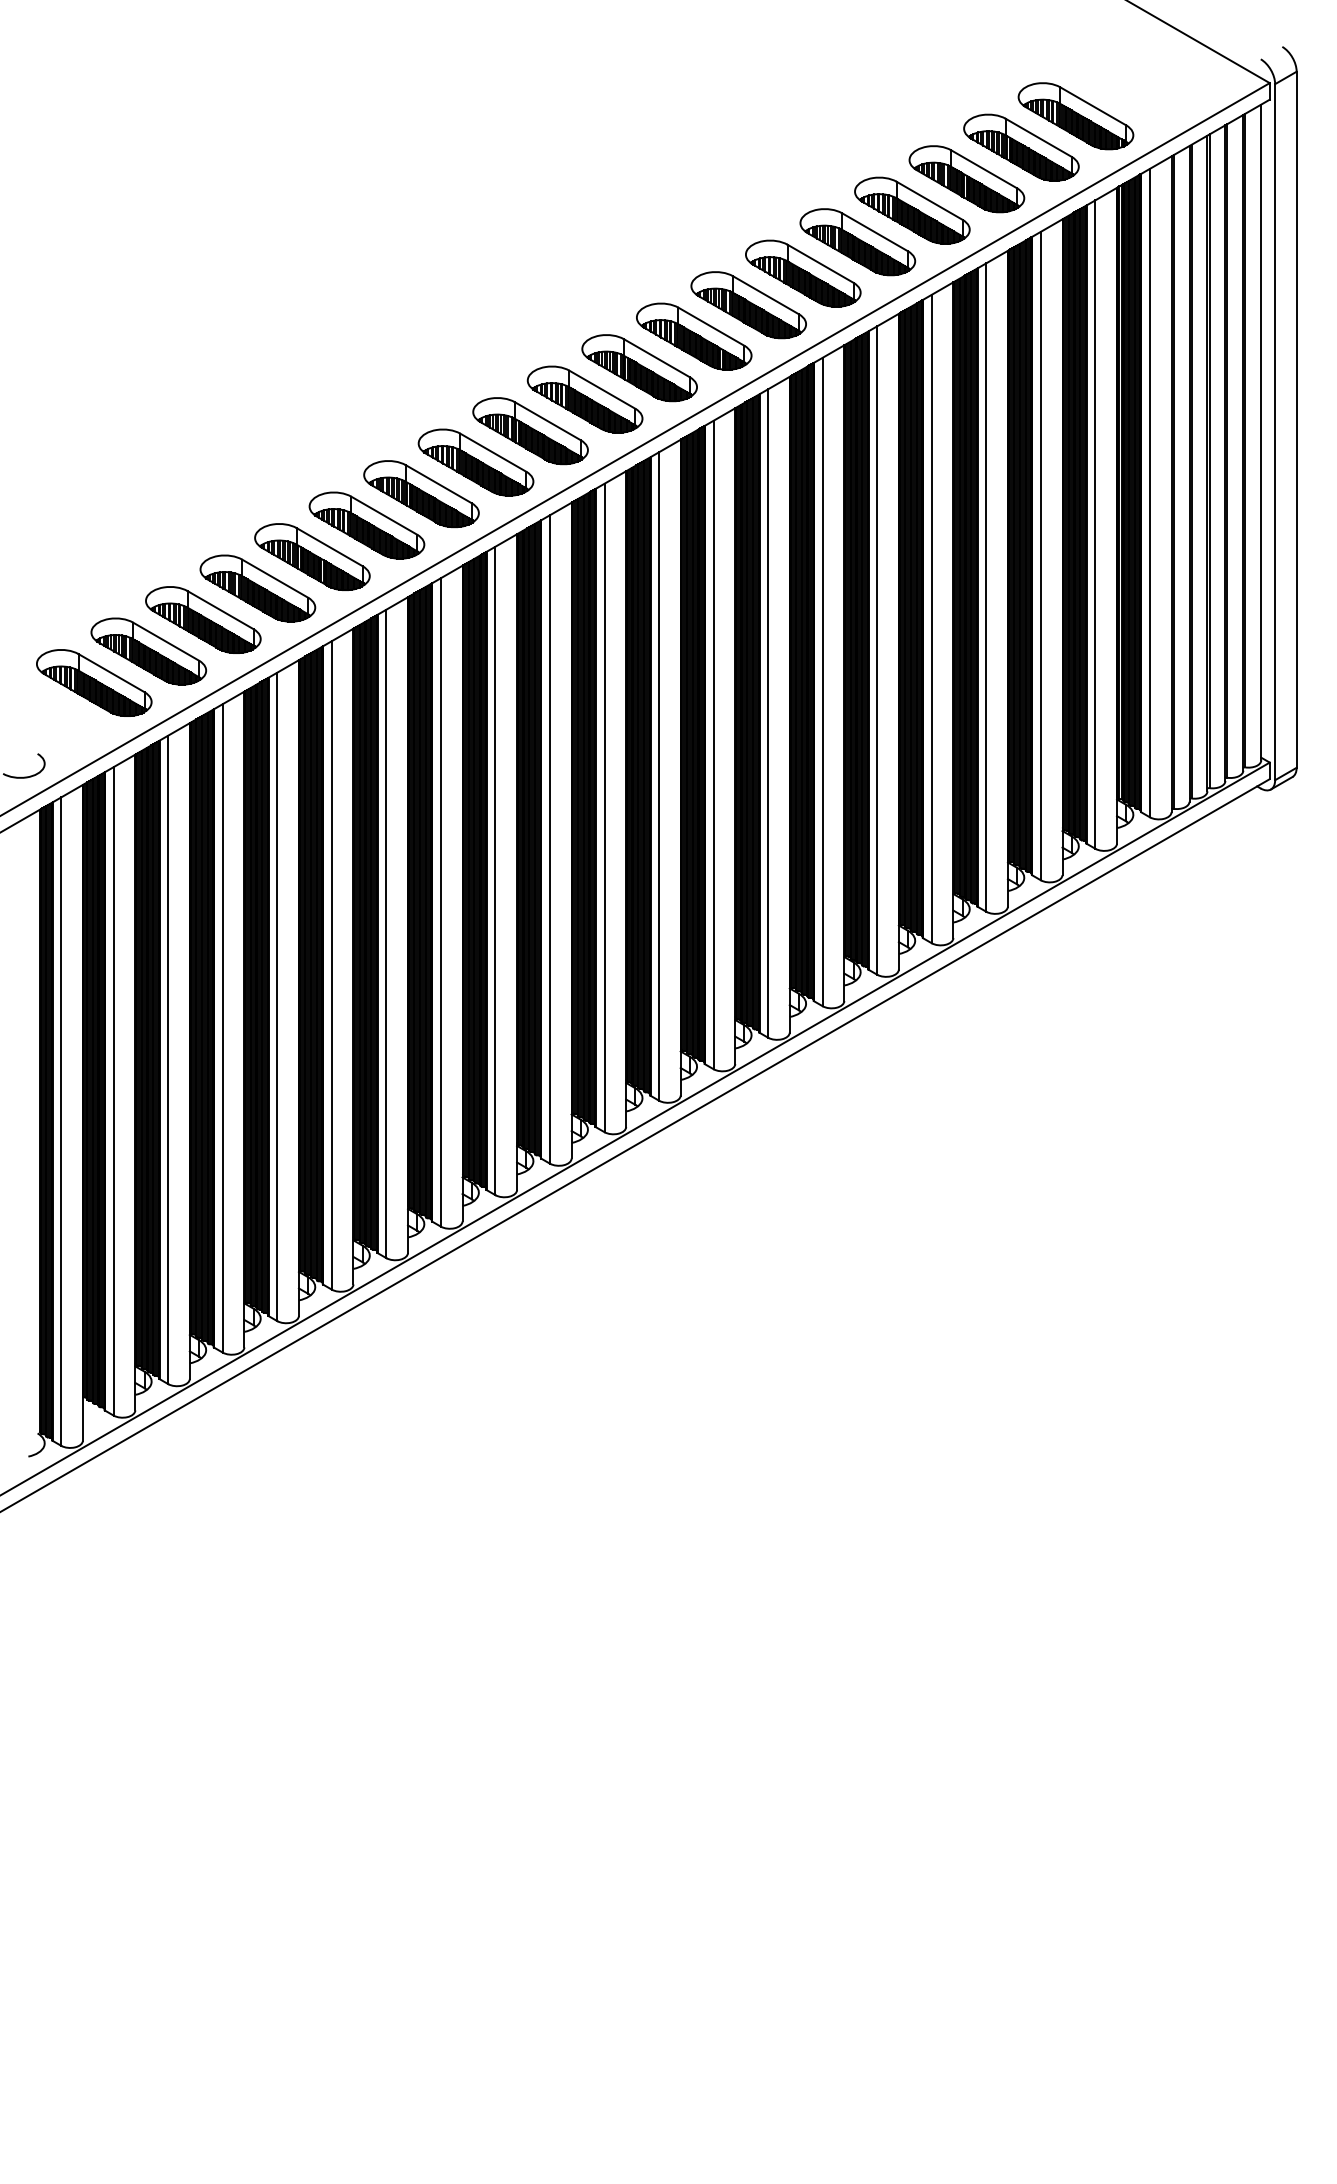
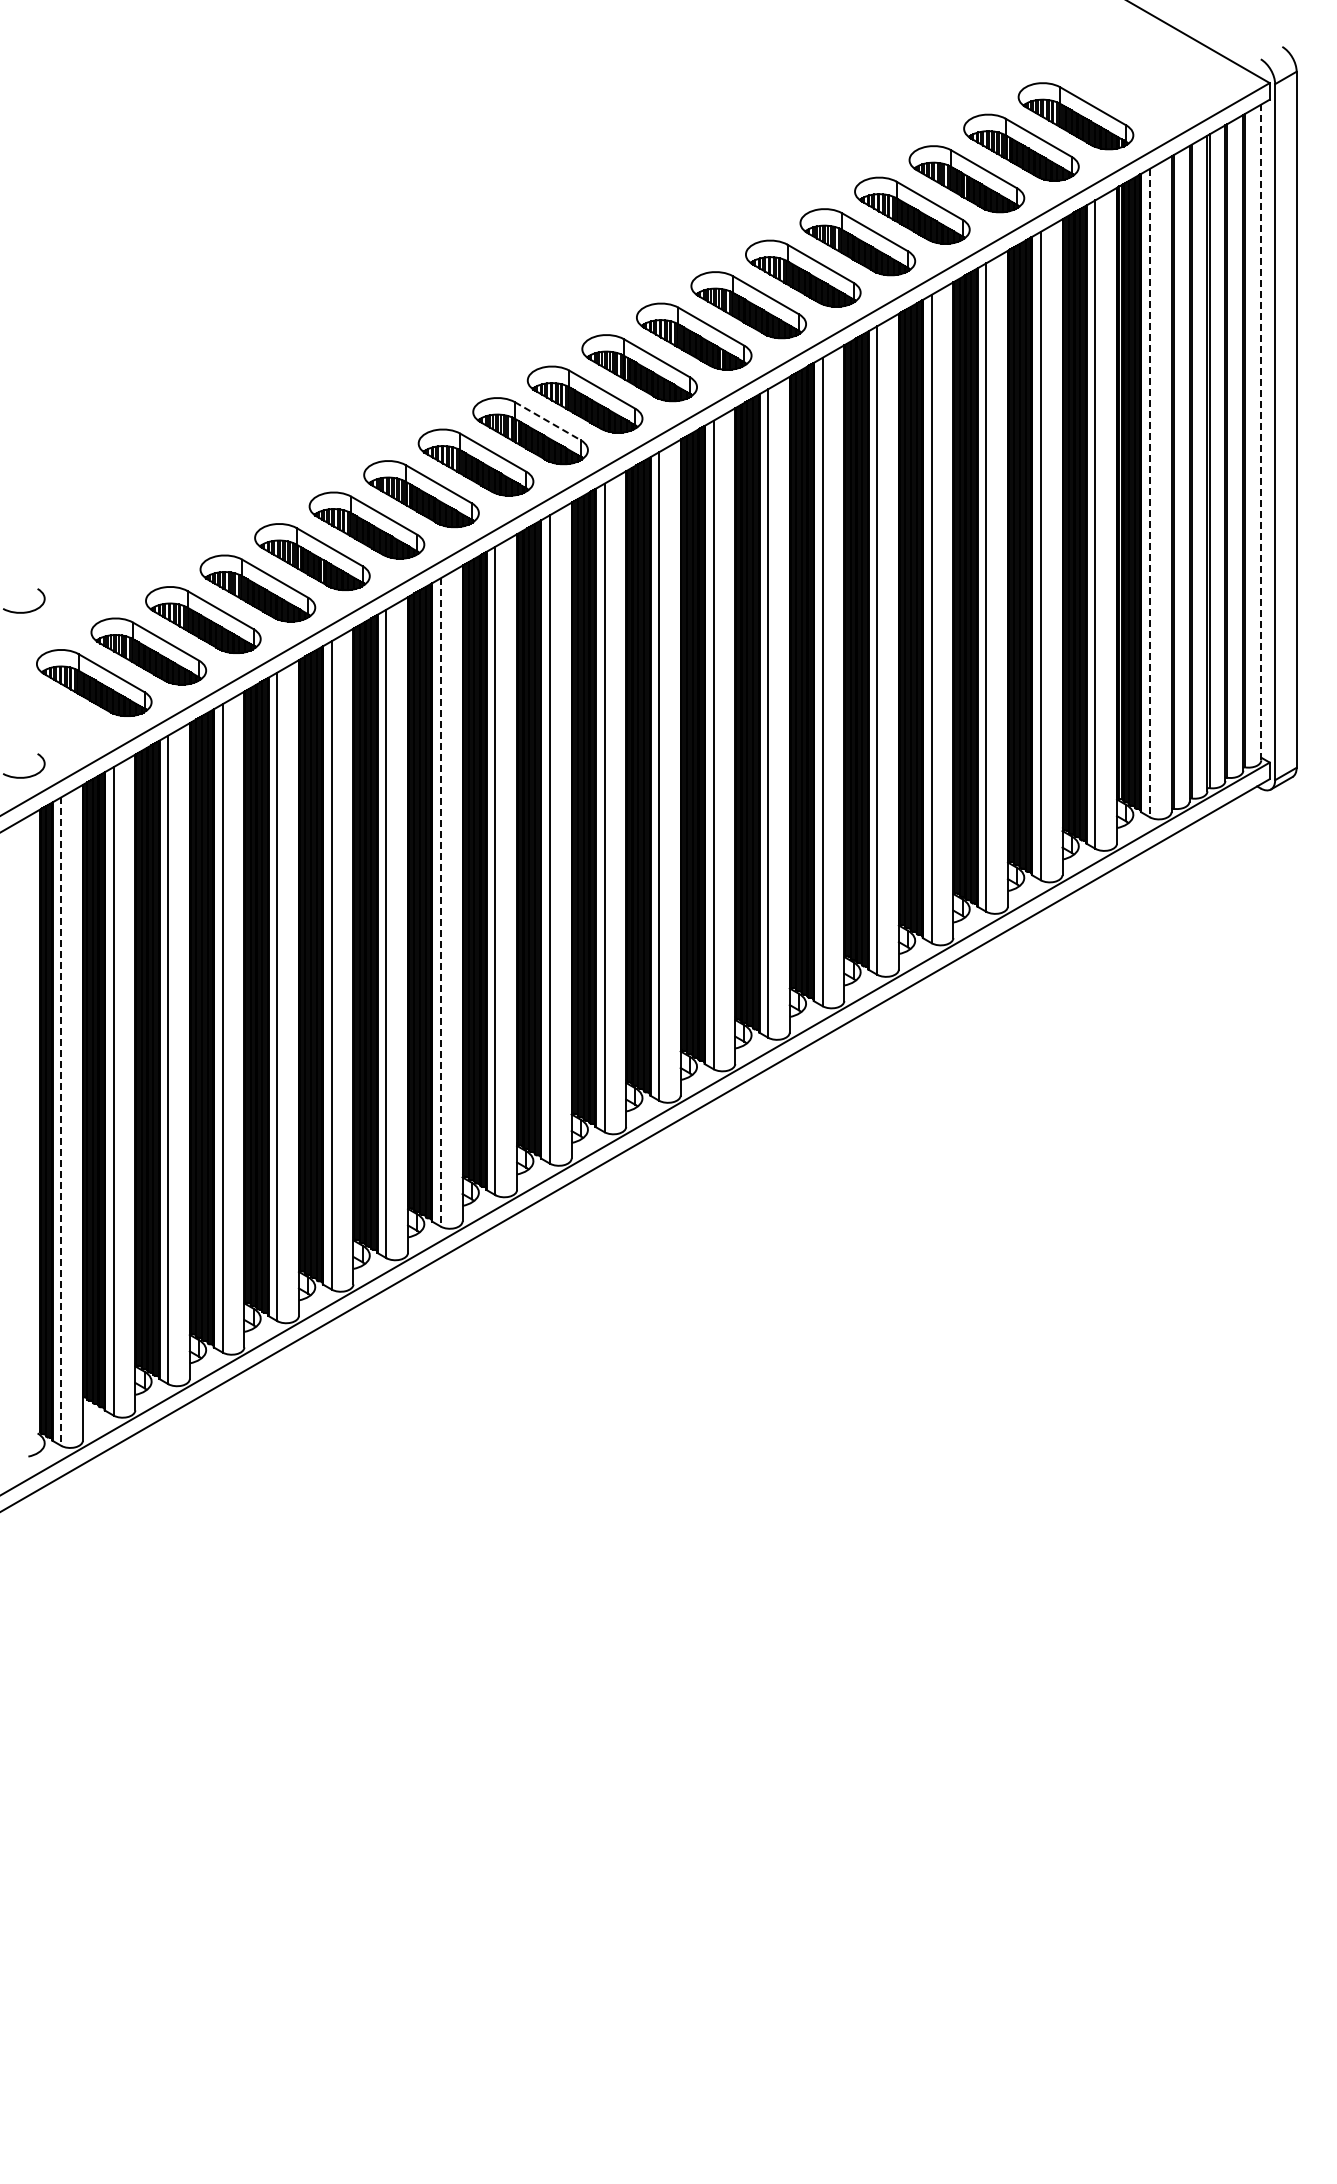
line at (548, 421): solid -> dashed
line at (1261, 432): solid -> dashed
line at (1149, 493): solid -> dashed
curve at (24, 611): none -> present
line at (440, 902): solid -> dashed
line at (61, 1122): solid -> dashed
